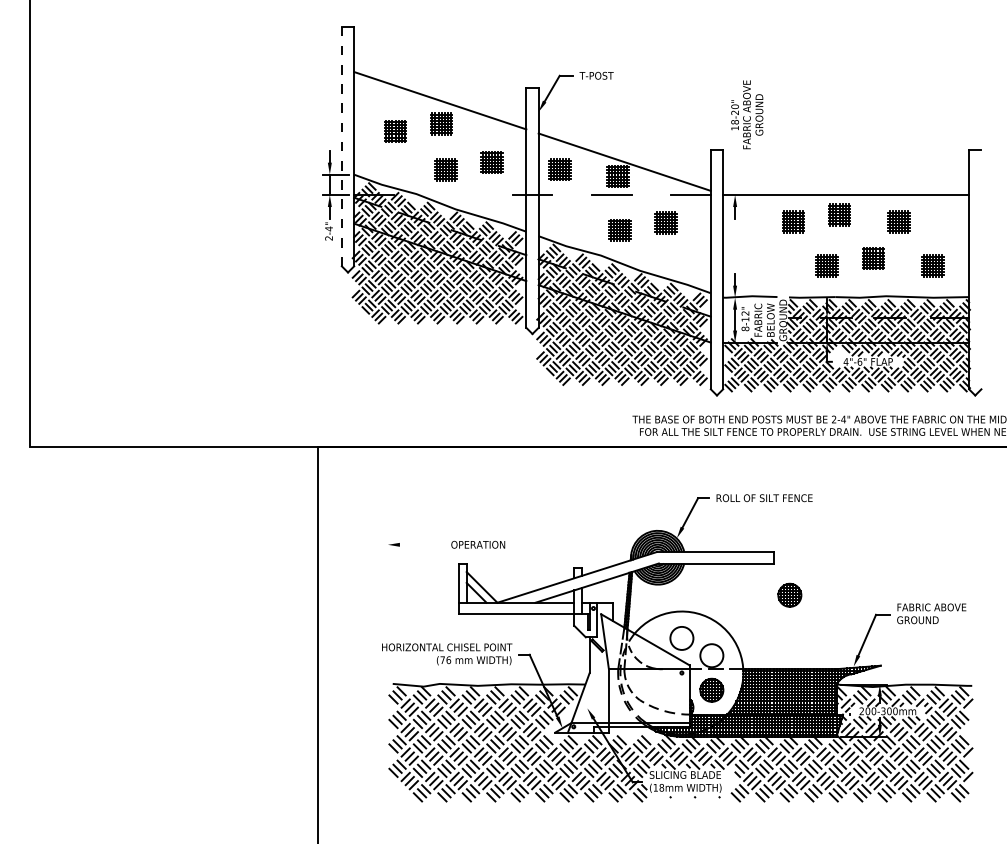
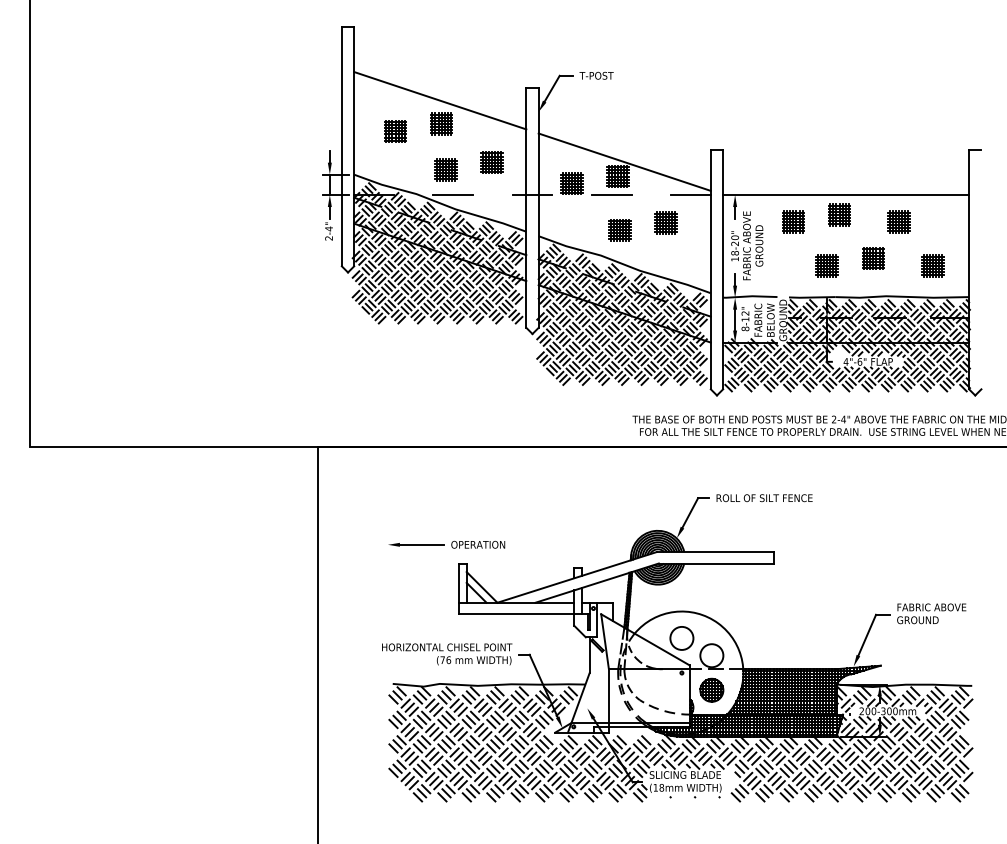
text at (747, 114) position: (747, 114) -> (747, 245)
line at (341, 146): dashed -> solid
part at (559, 169) position: (559, 169) -> (571, 183)
line at (453, 195): none -> present
line at (420, 544): none -> present
part at (789, 594): present -> none
